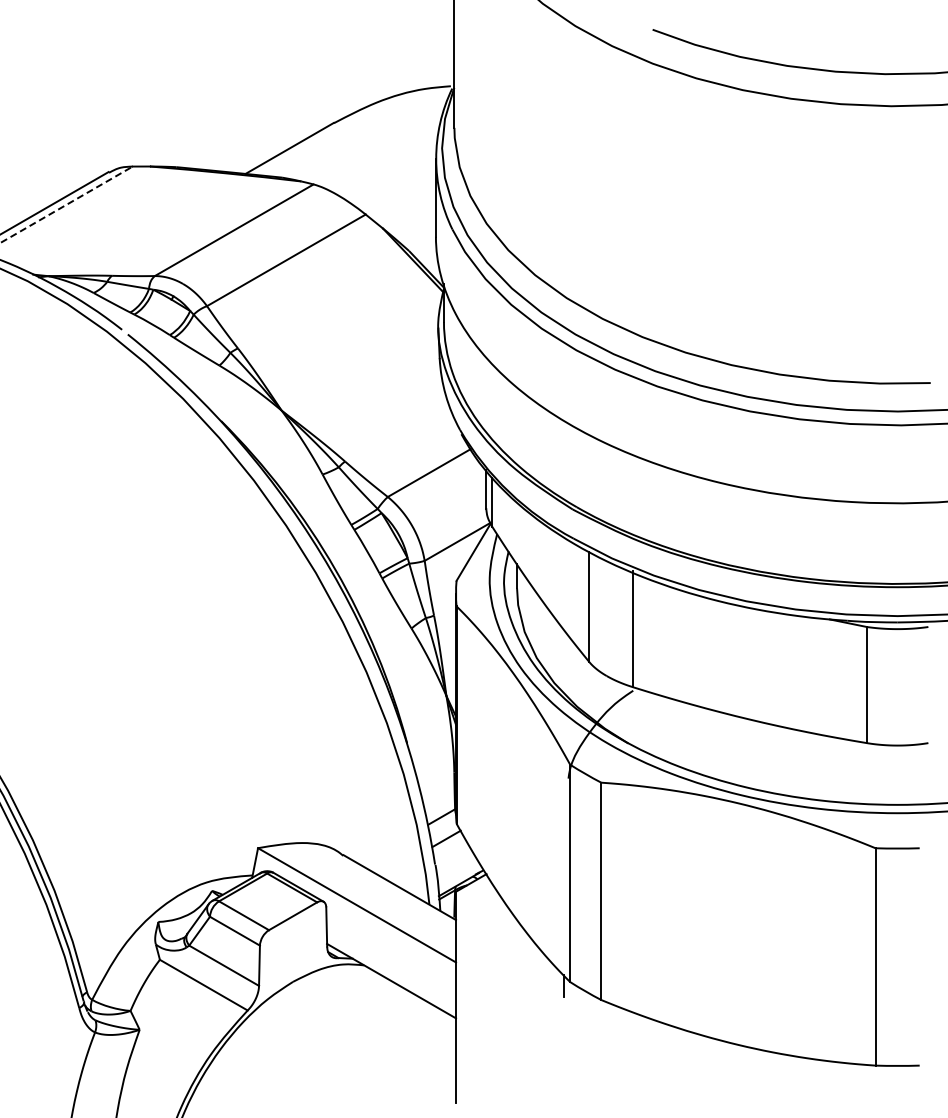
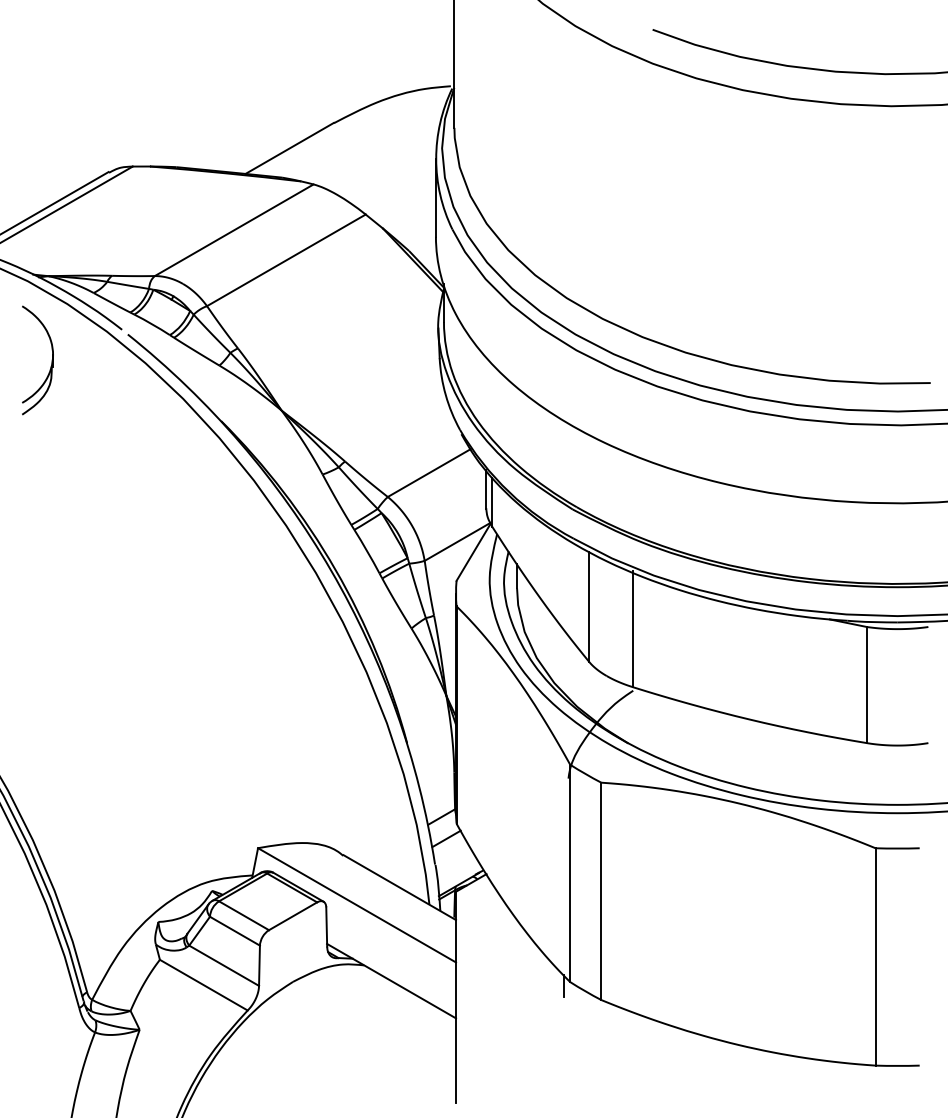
line at (66, 204): dashed -> solid
part at (51, 360): none -> present
